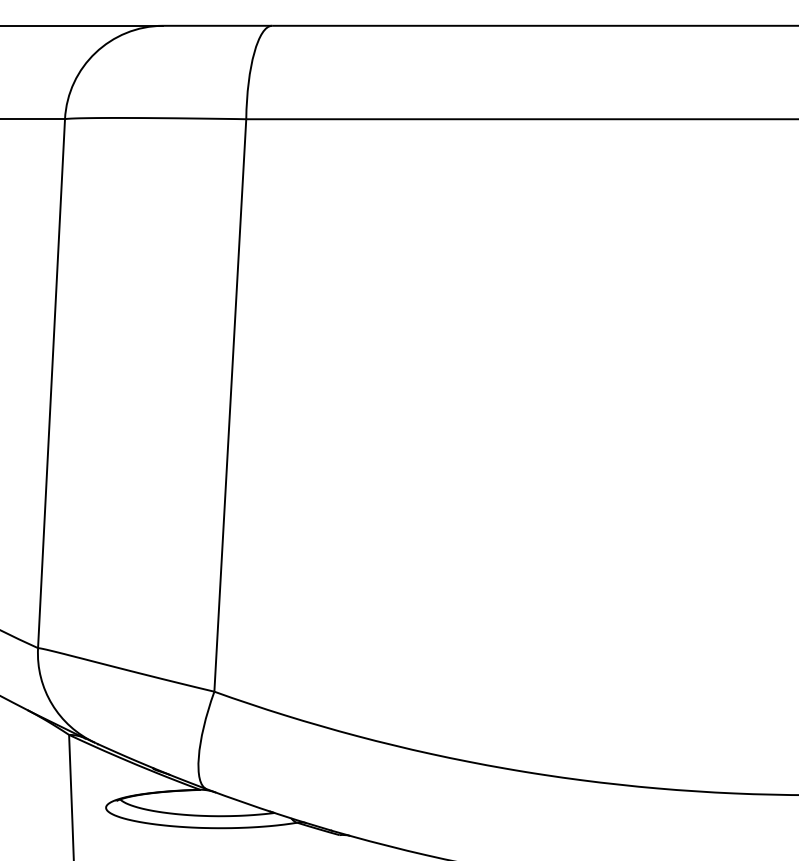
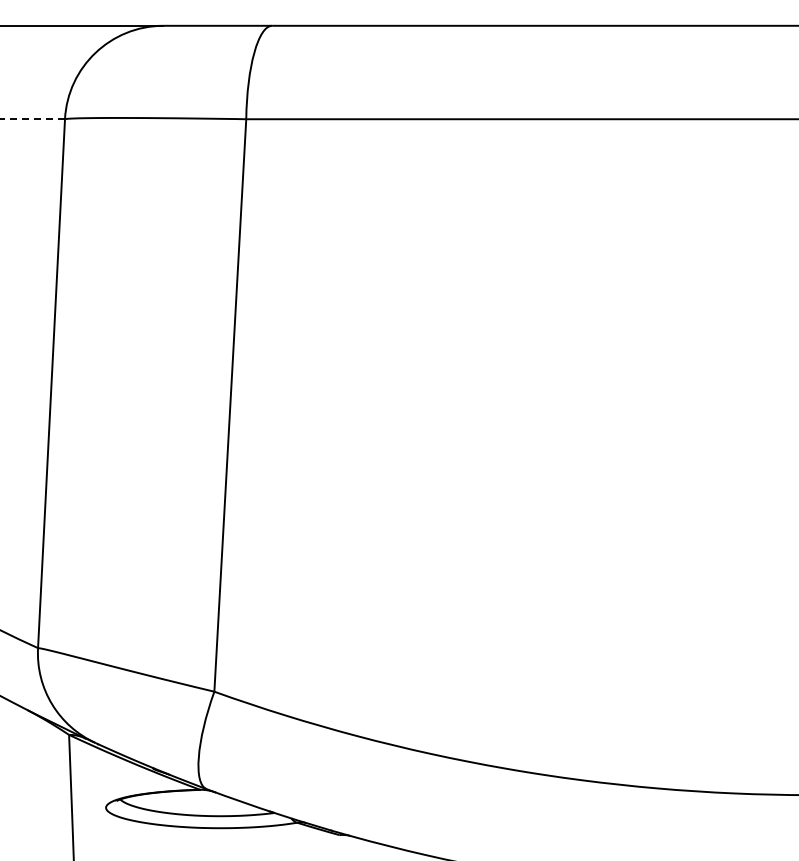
line at (32, 119): solid -> dashed
